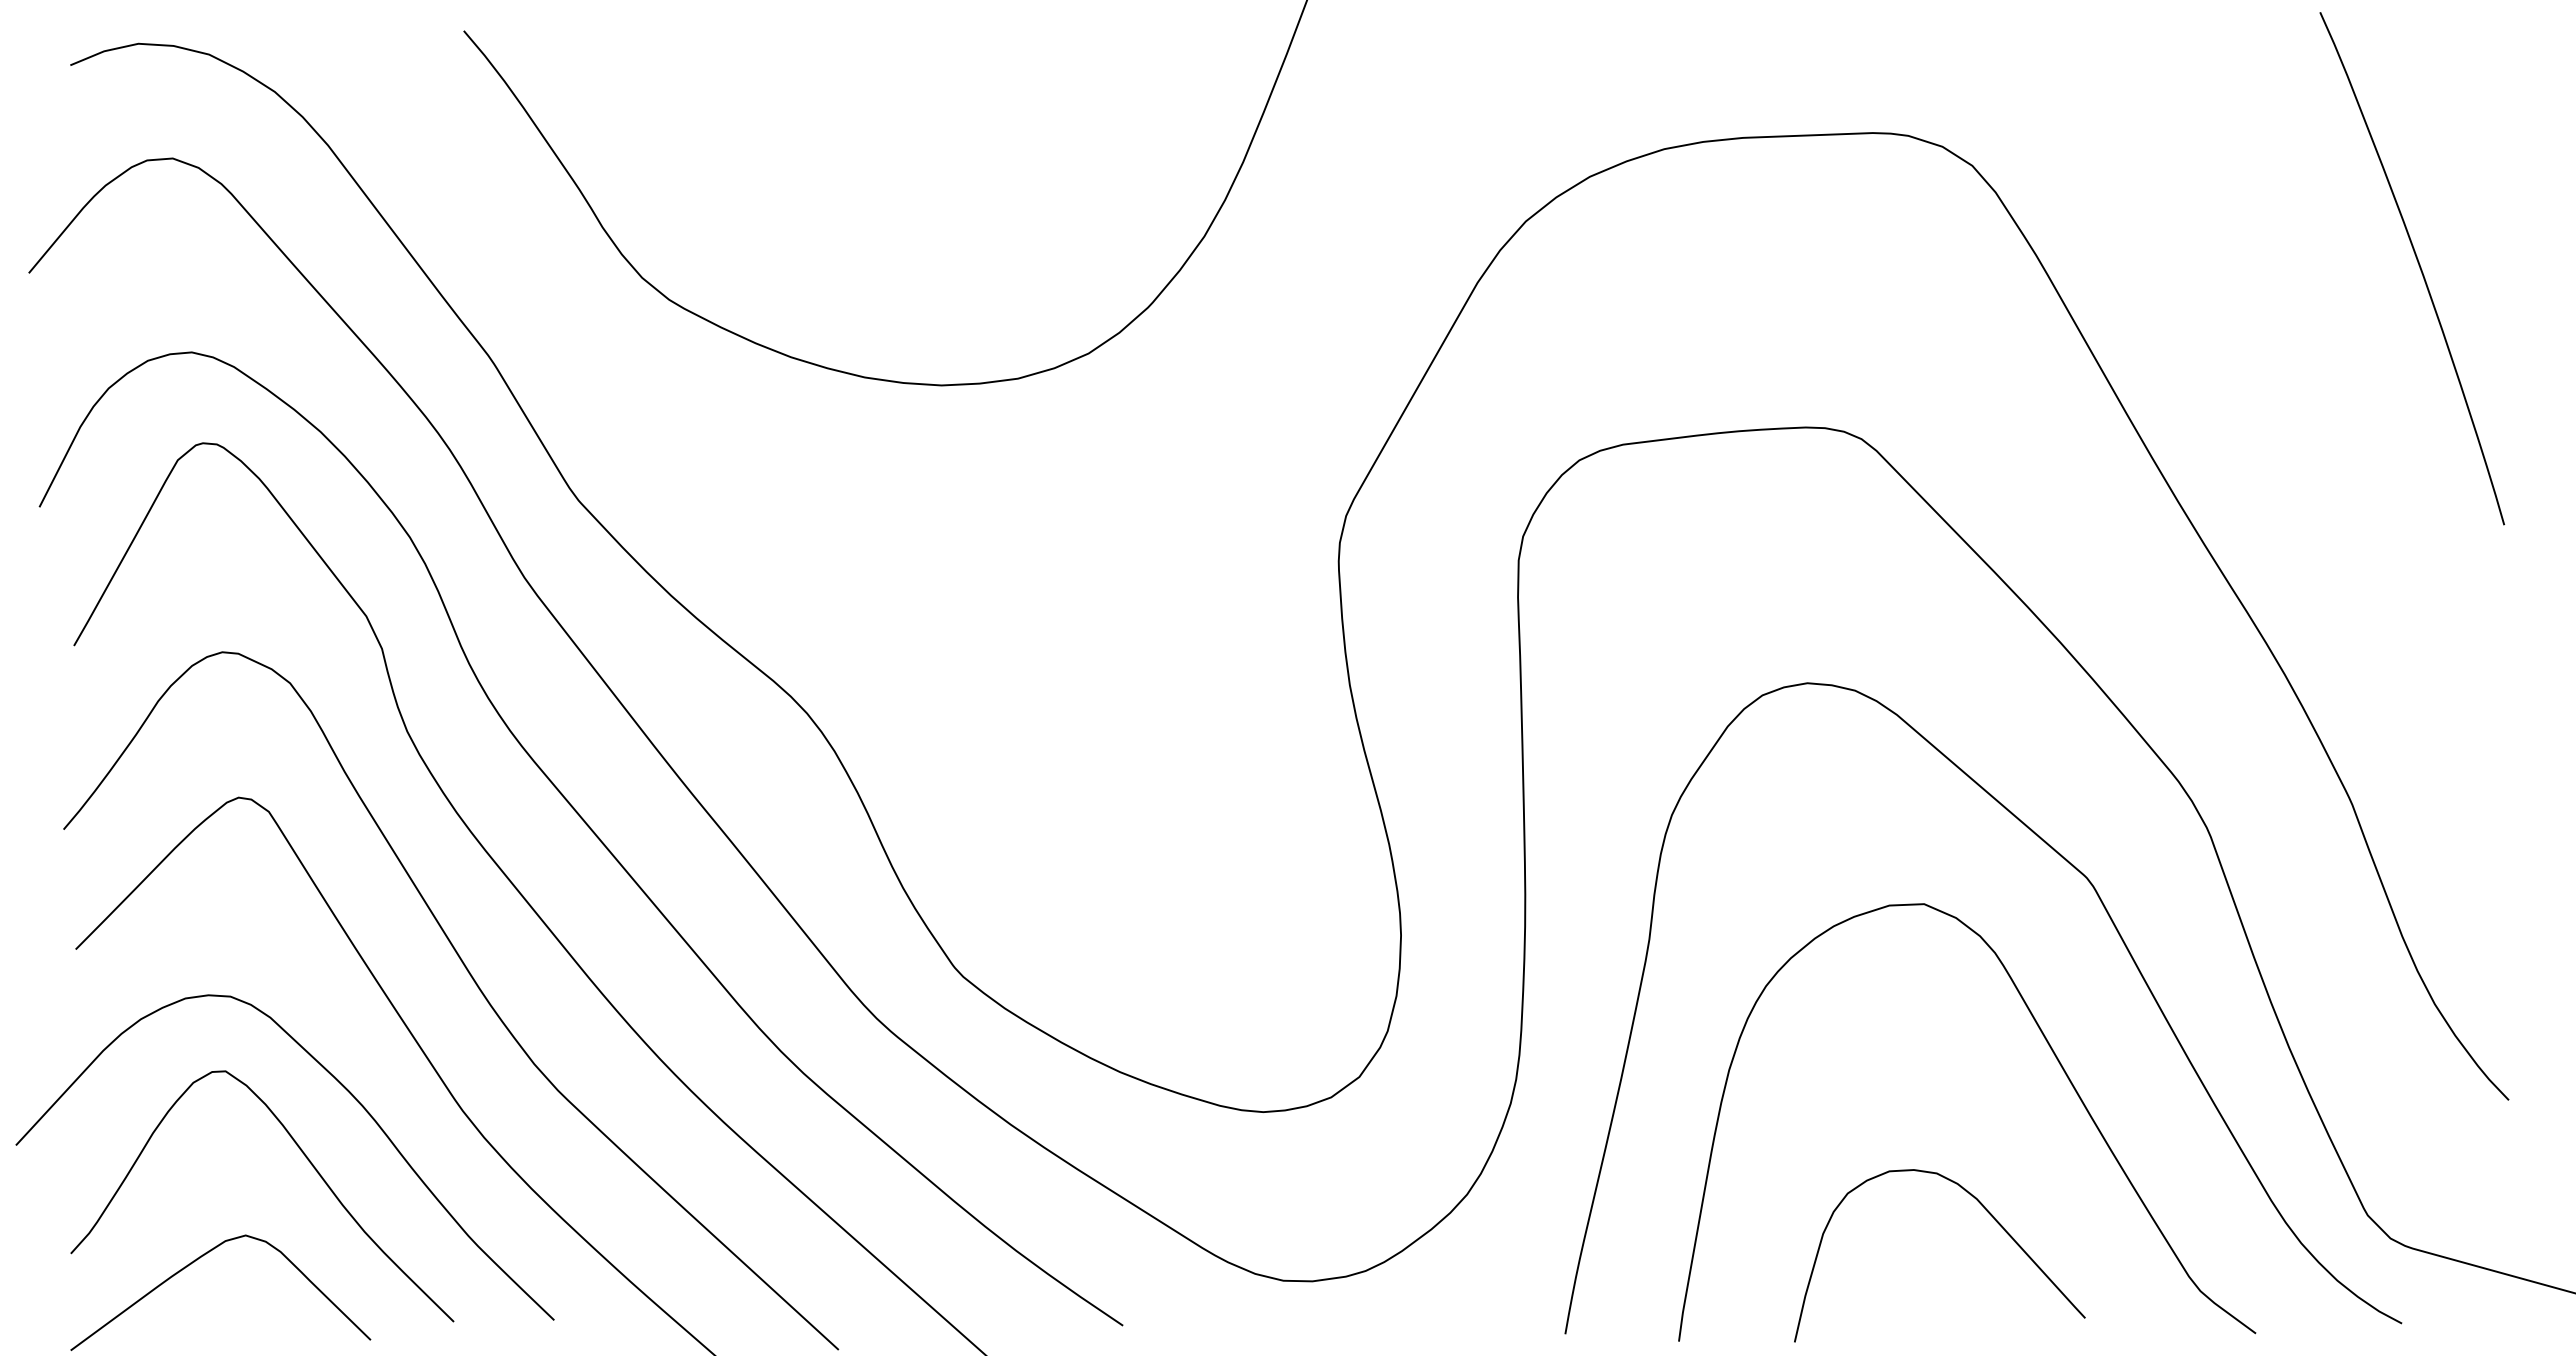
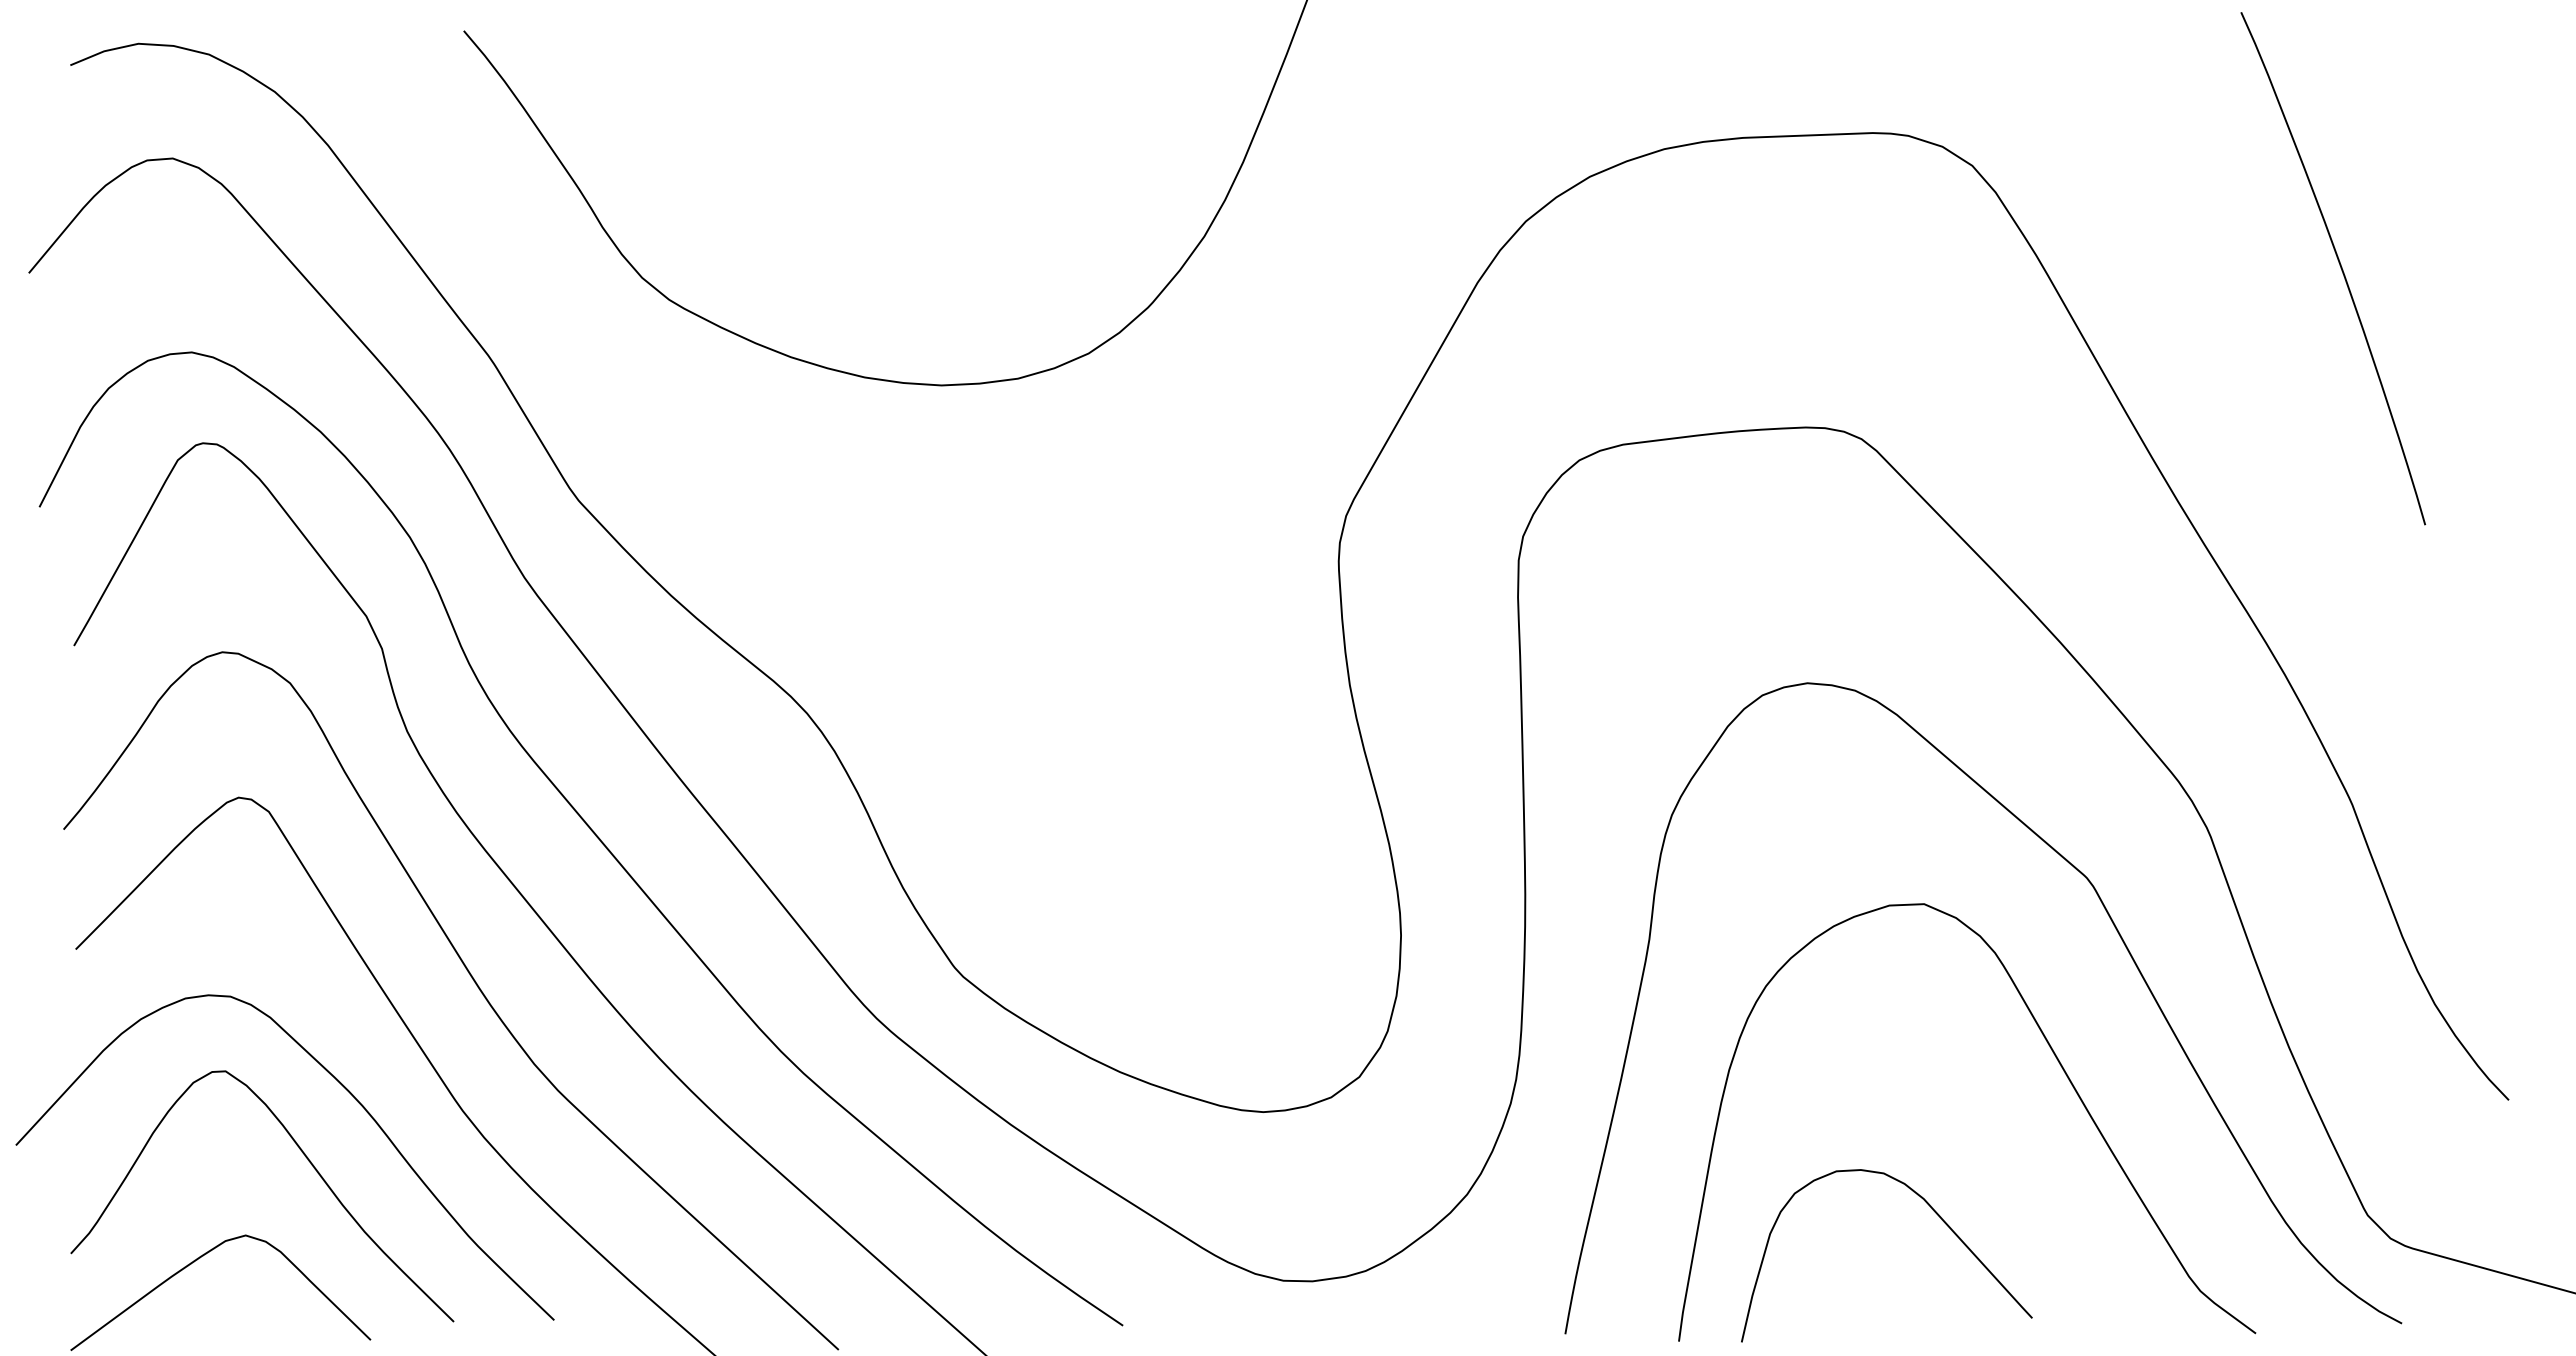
curve at (2418, 265) position: (2418, 265) -> (2339, 265)
curve at (1985, 1210) position: (1985, 1210) -> (1932, 1210)
